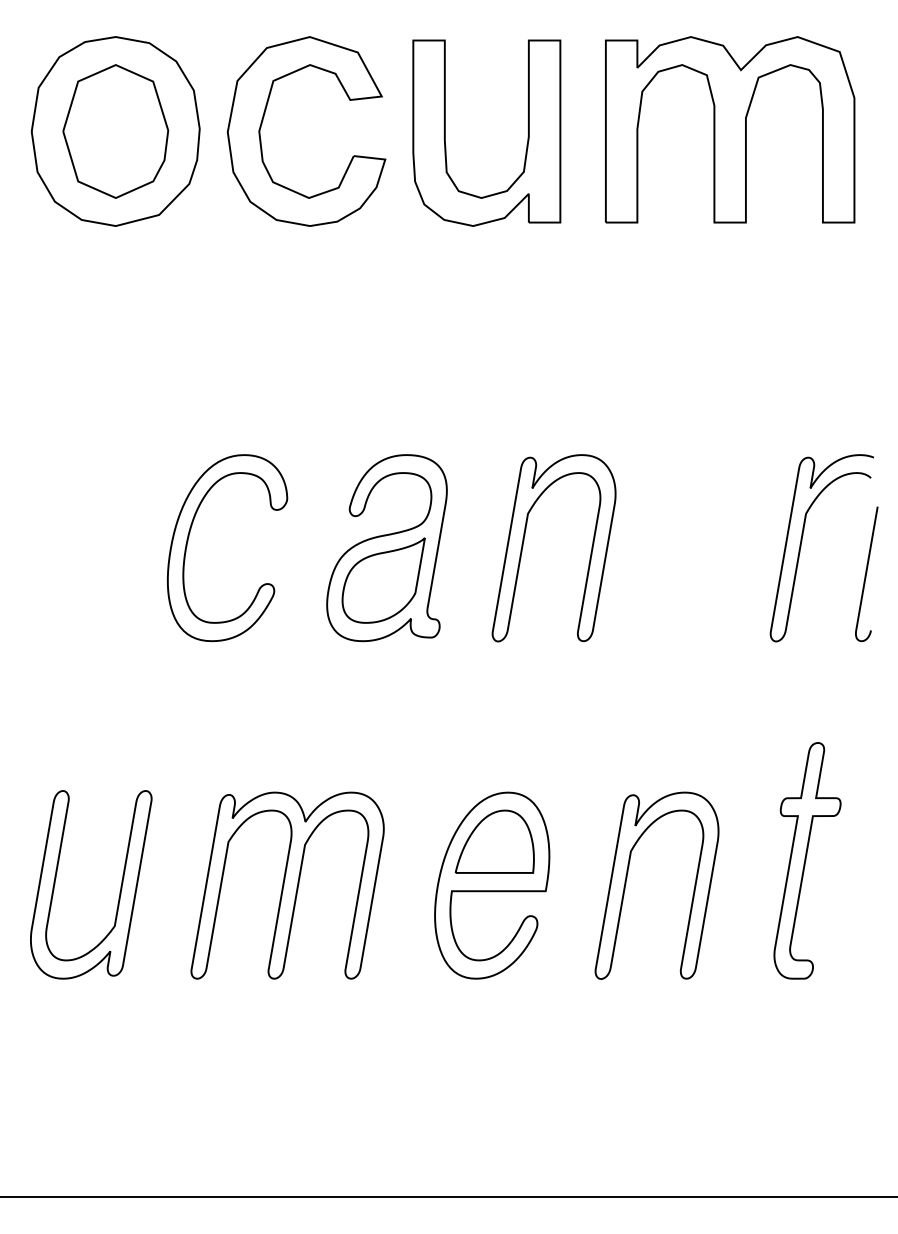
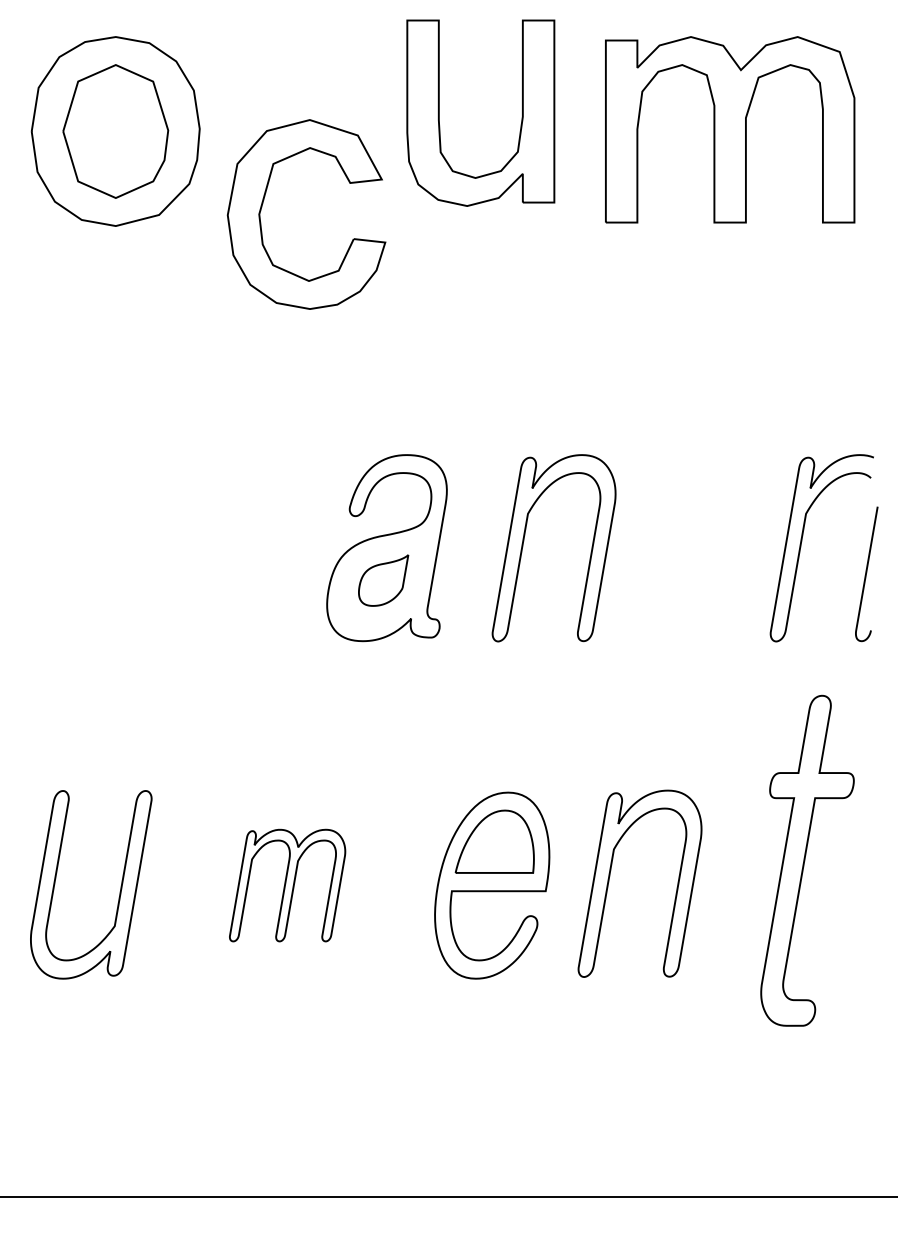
part at (264, 117) position: (264, 117) -> (264, 200)
part at (445, 132) position: (445, 132) -> (439, 112)
part at (189, 537): present -> none
part at (383, 580) size: 85x87 px -> 52x53 px
part at (807, 860) size: 69x238 px -> 95x333 px
part at (627, 878) position: (627, 878) -> (610, 876)
part at (287, 885) size: 195x189 px -> 118x115 px
